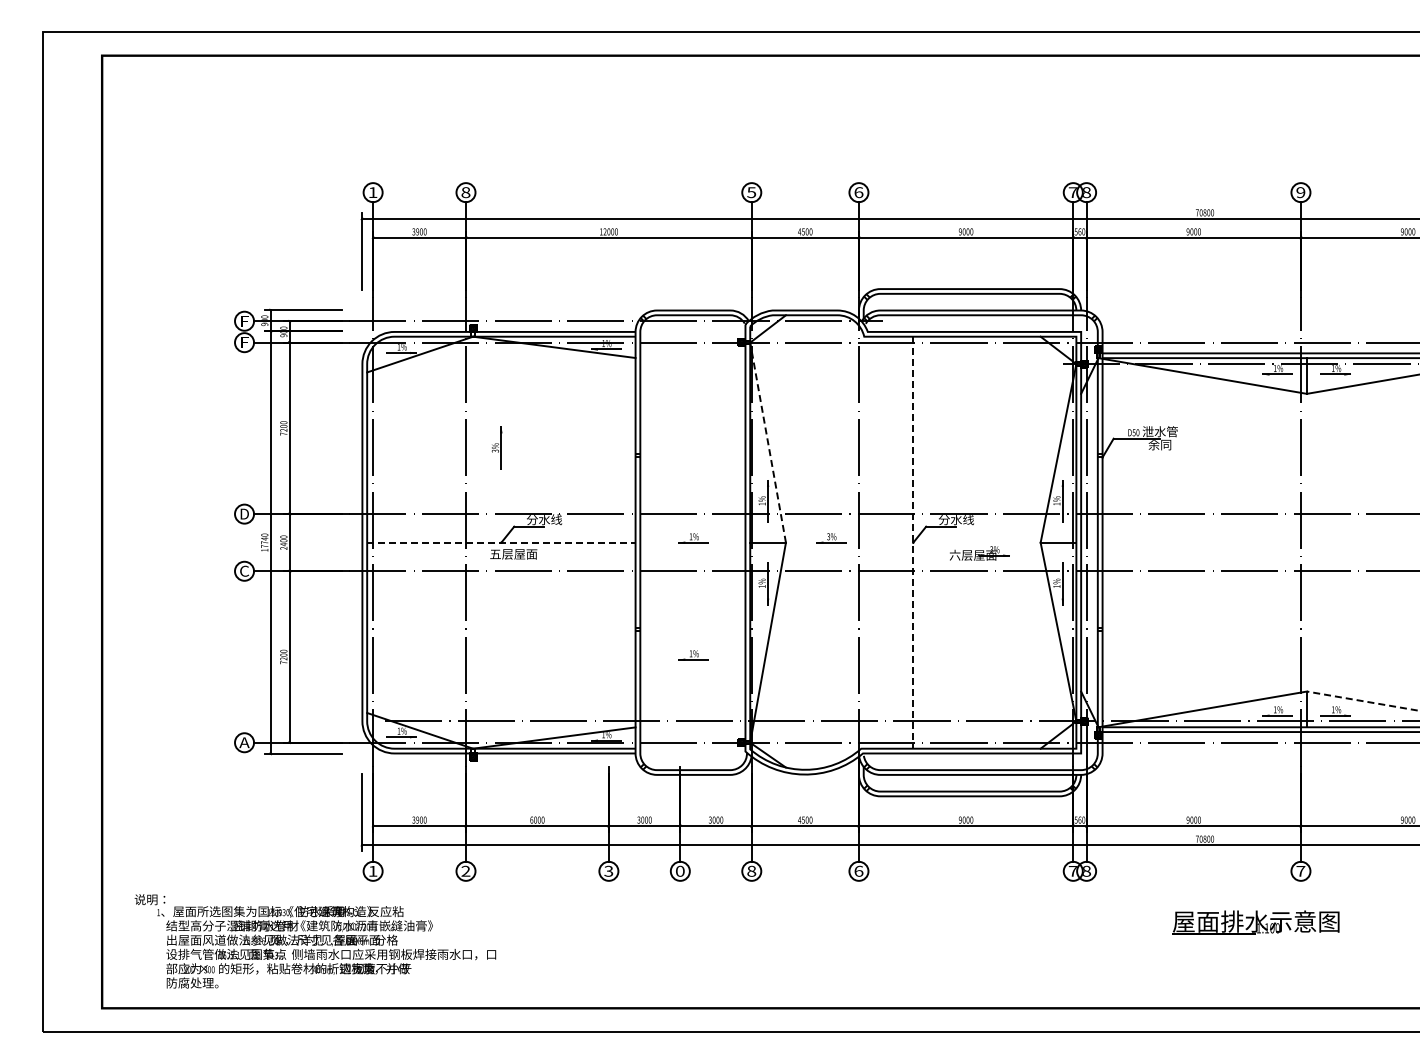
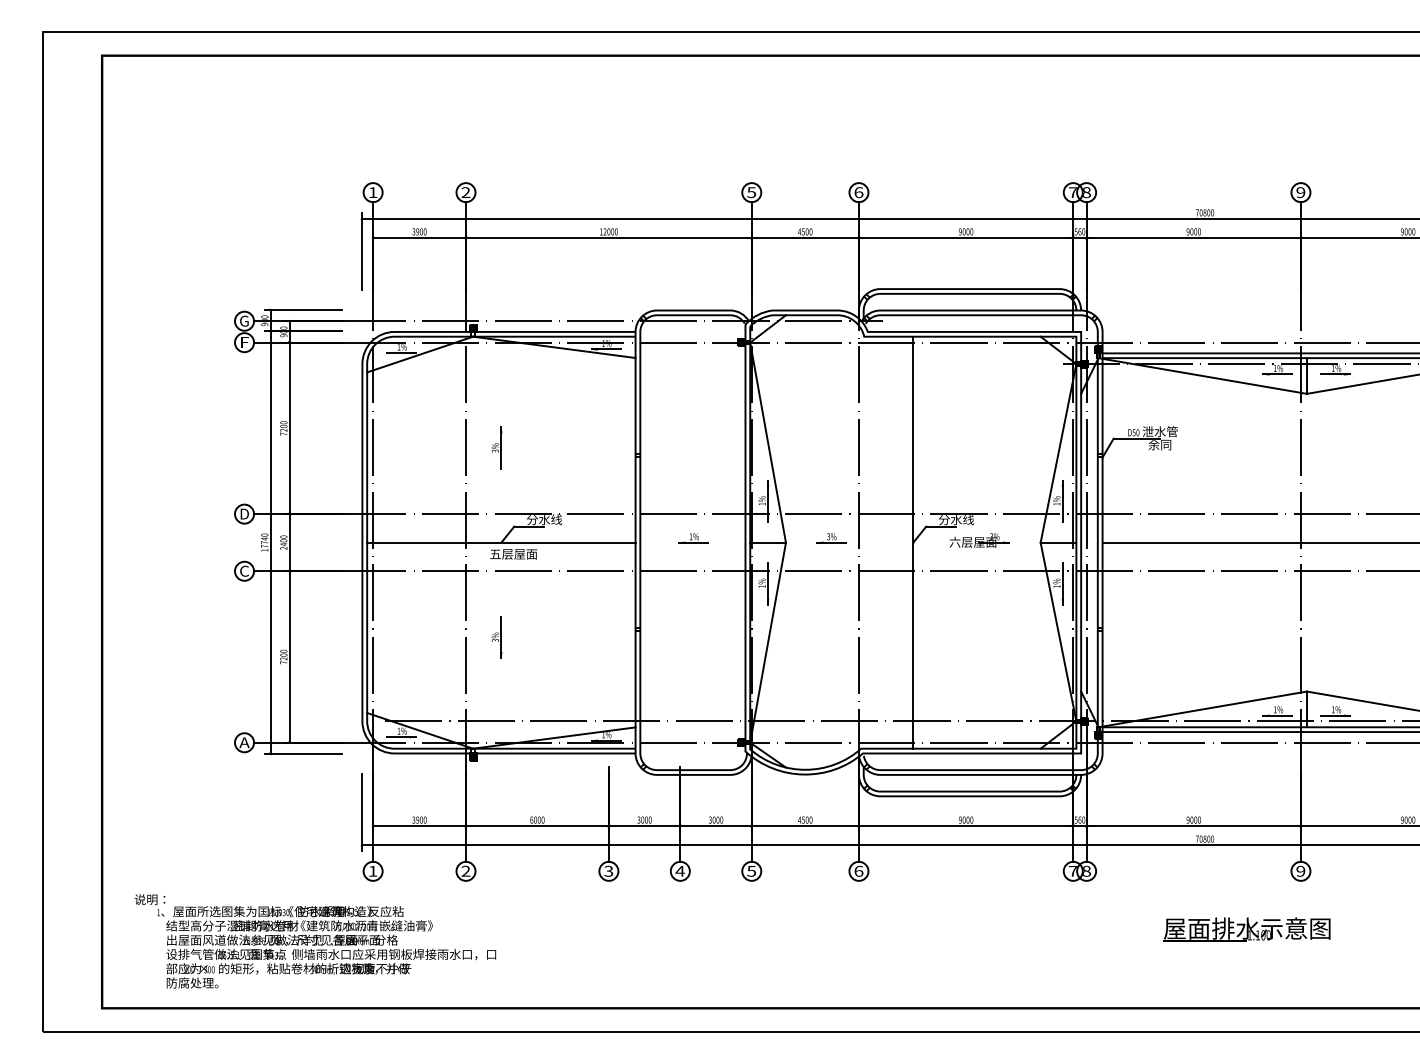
text at (465, 192): 8 -> 2
text at (244, 320): F -> G
line at (768, 442): dashed -> solid
line at (501, 542): dashed -> solid
line at (913, 542): dashed -> solid
line at (1259, 542): none -> present
part at (979, 553) position: (979, 553) -> (979, 540)
part at (496, 637): none -> present
part at (693, 655): present -> none
line at (1362, 701): dashed -> solid
text at (680, 870): 0 -> 4
text at (751, 870): 8 -> 5
text at (1300, 870): 7 -> 9
text at (1255, 922) position: (1255, 922) -> (1246, 929)
